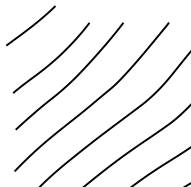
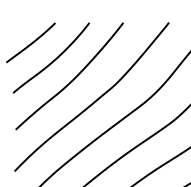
curve at (31, 25) position: (31, 25) -> (31, 42)
